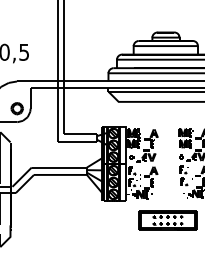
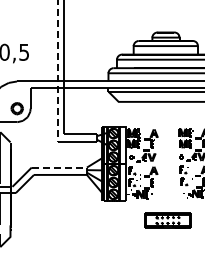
line at (57, 70): solid -> dashed
line at (63, 167): solid -> dashed
part at (167, 220) size: 60x21 px -> 48x17 px
